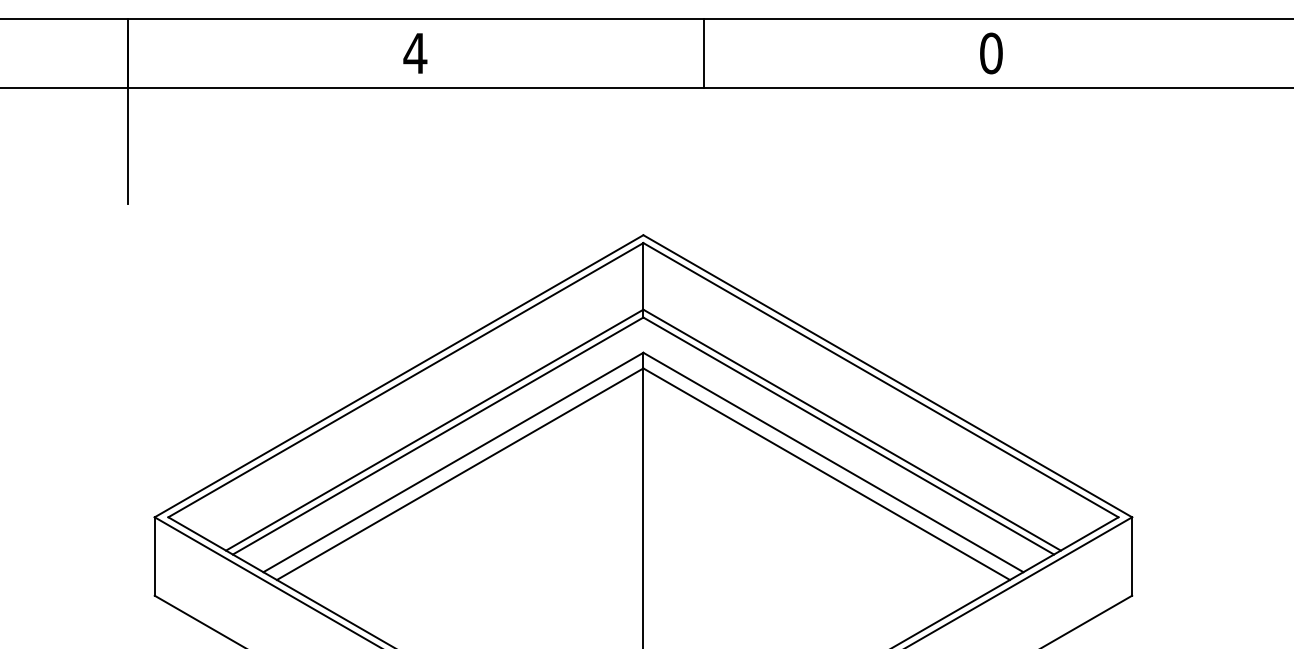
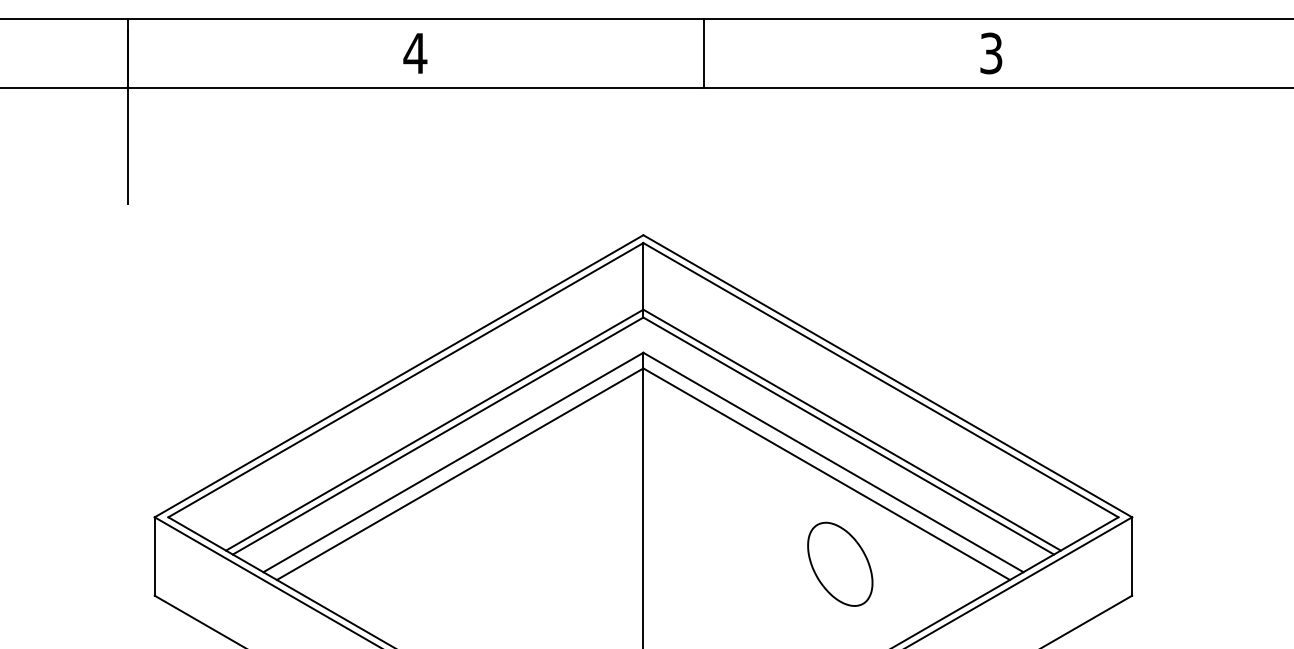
text at (991, 53): 0 -> 3
part at (840, 563): none -> present
